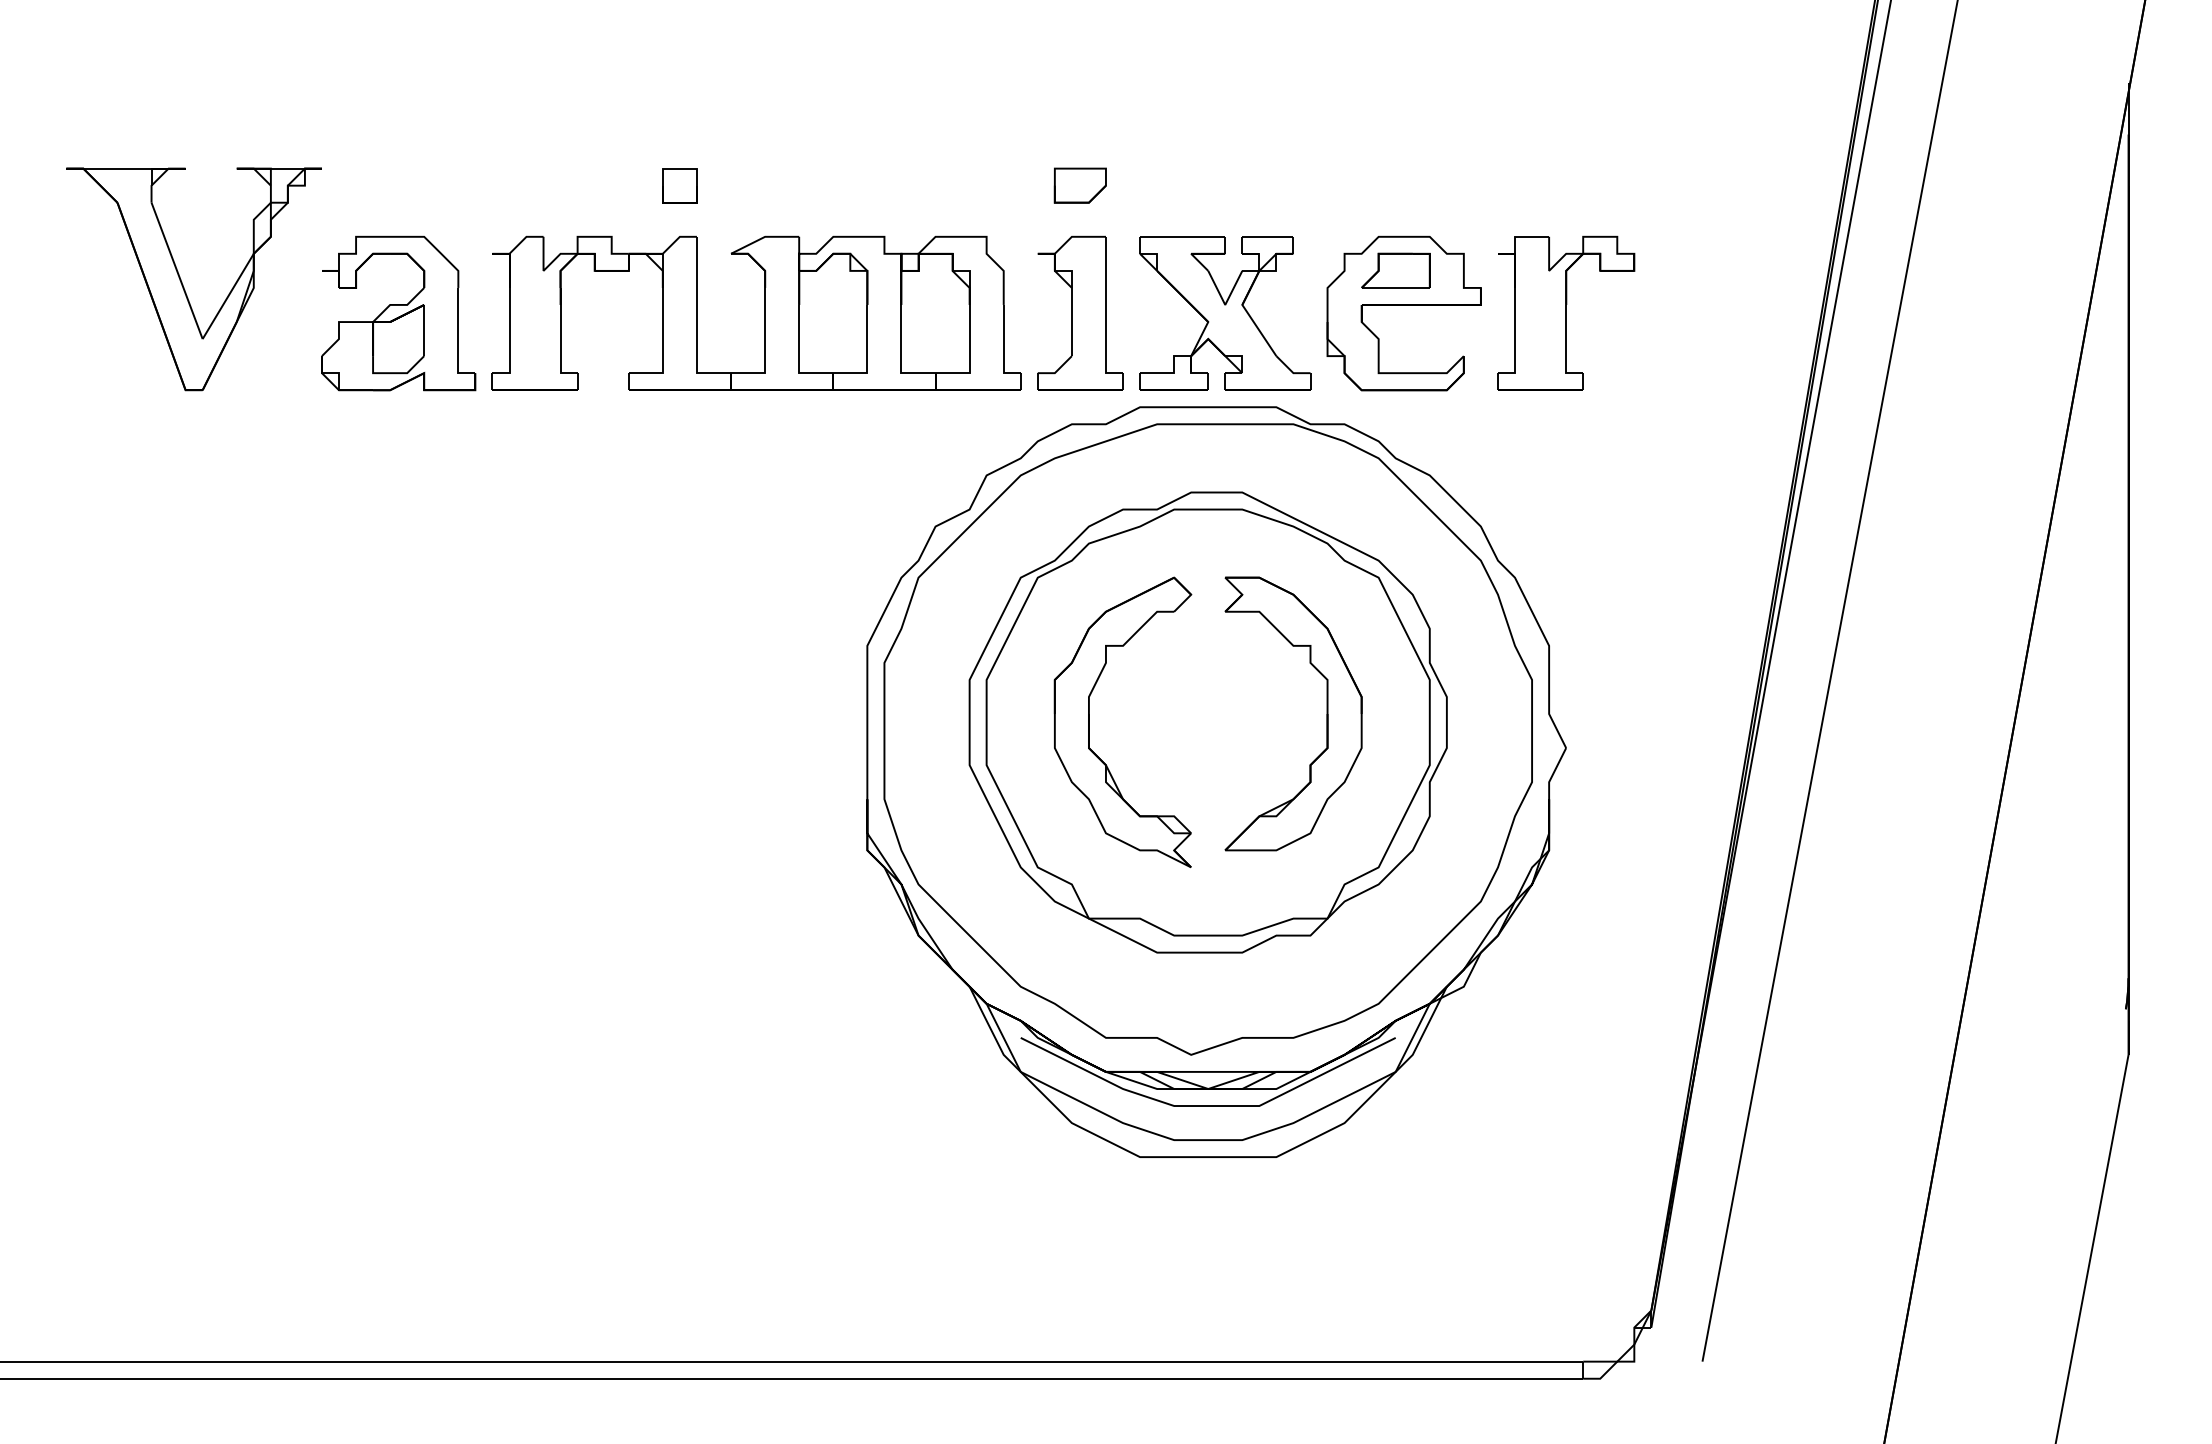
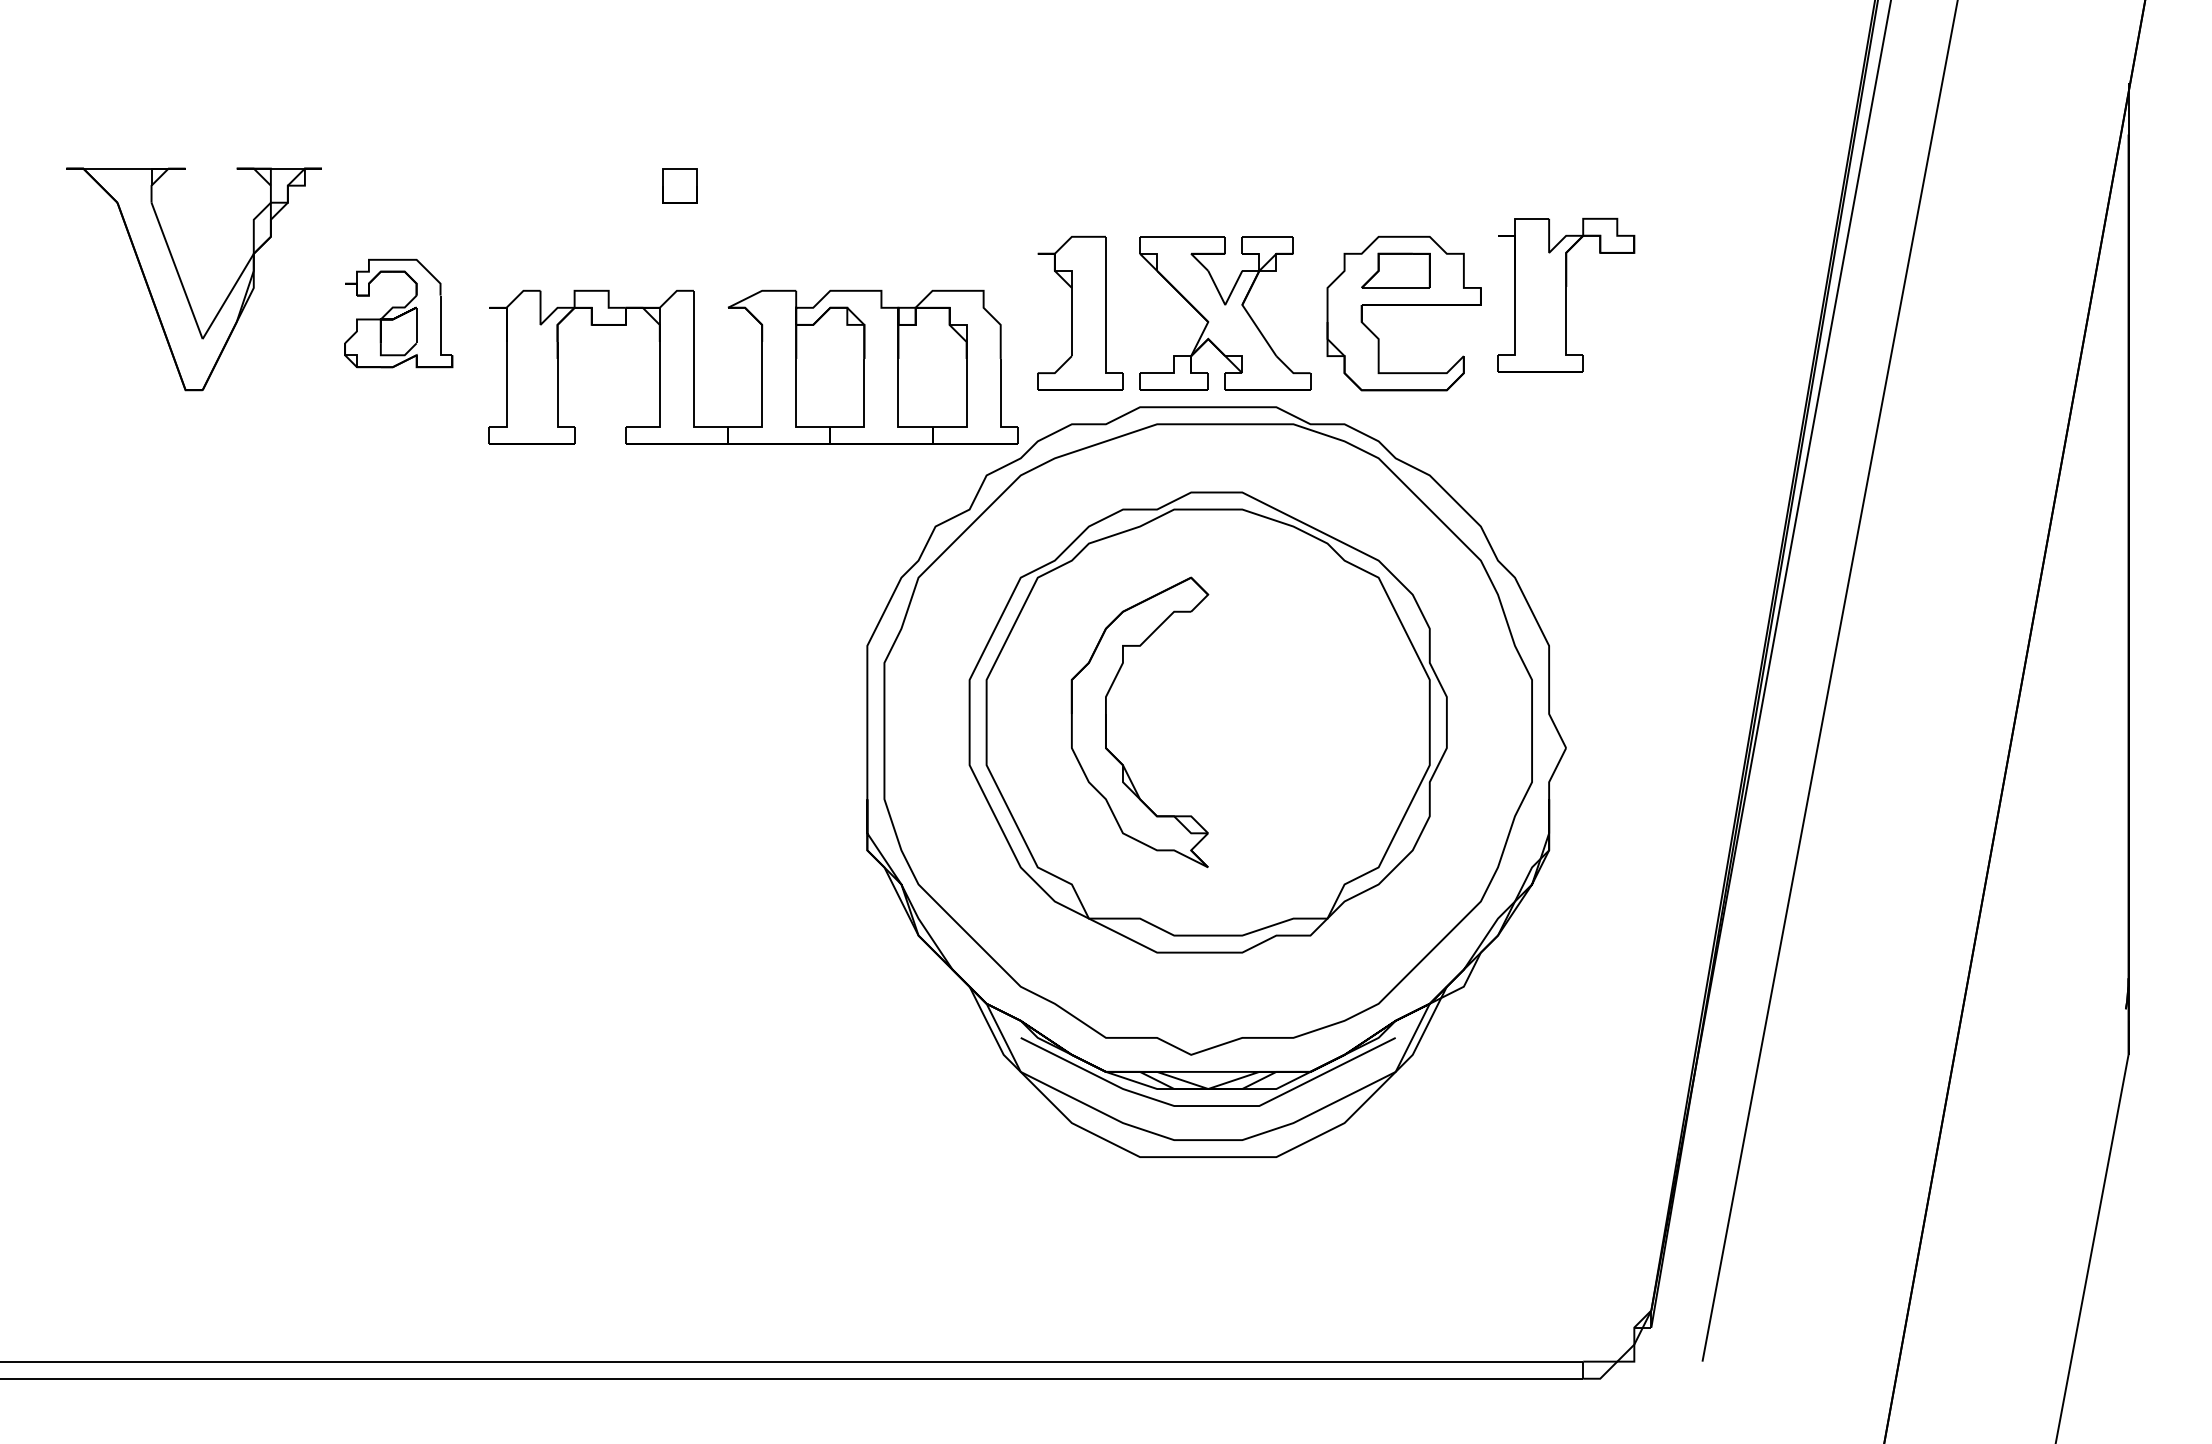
part at (1079, 185): present -> none
part at (764, 312) position: (764, 312) -> (761, 366)
part at (1566, 312) position: (1566, 312) -> (1566, 294)
part at (398, 313) size: 156x157 px -> 110x111 px
part at (1326, 713): present -> none
part at (1089, 722) position: (1089, 722) -> (1106, 722)
